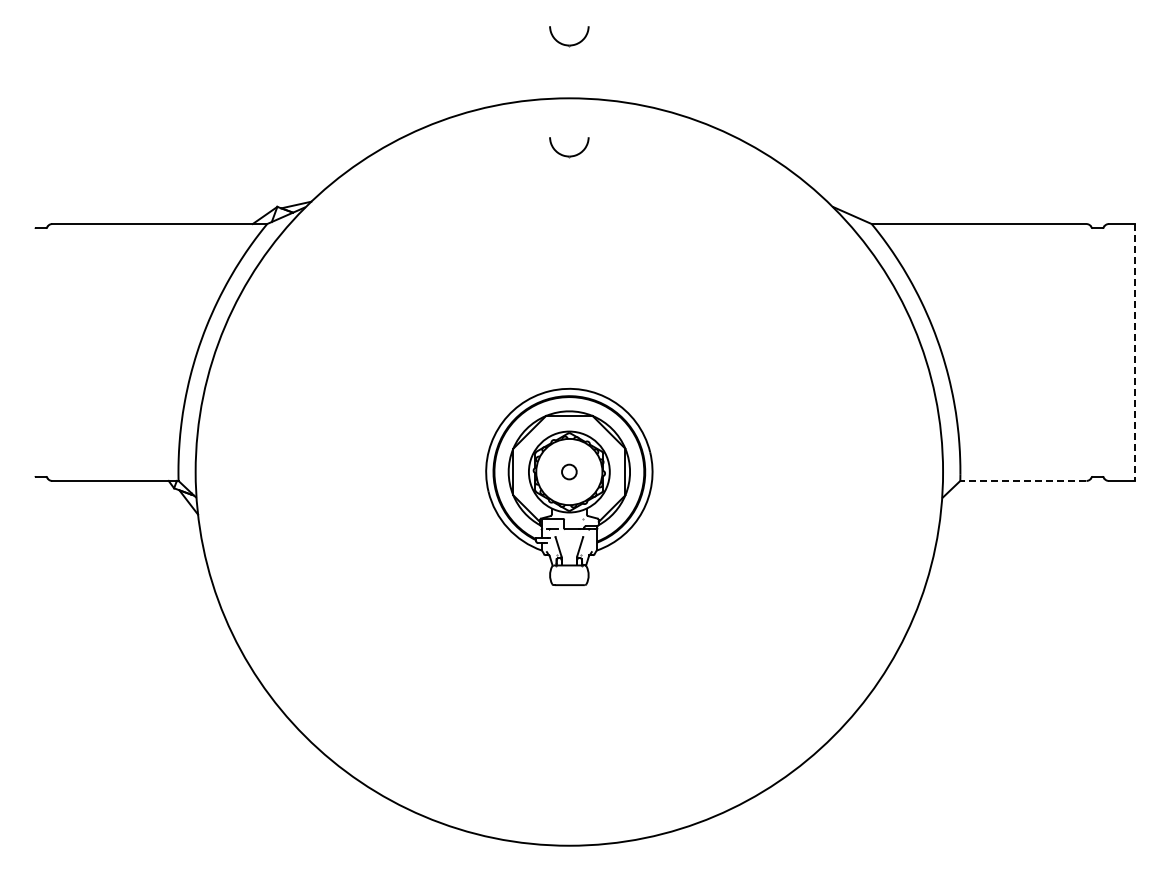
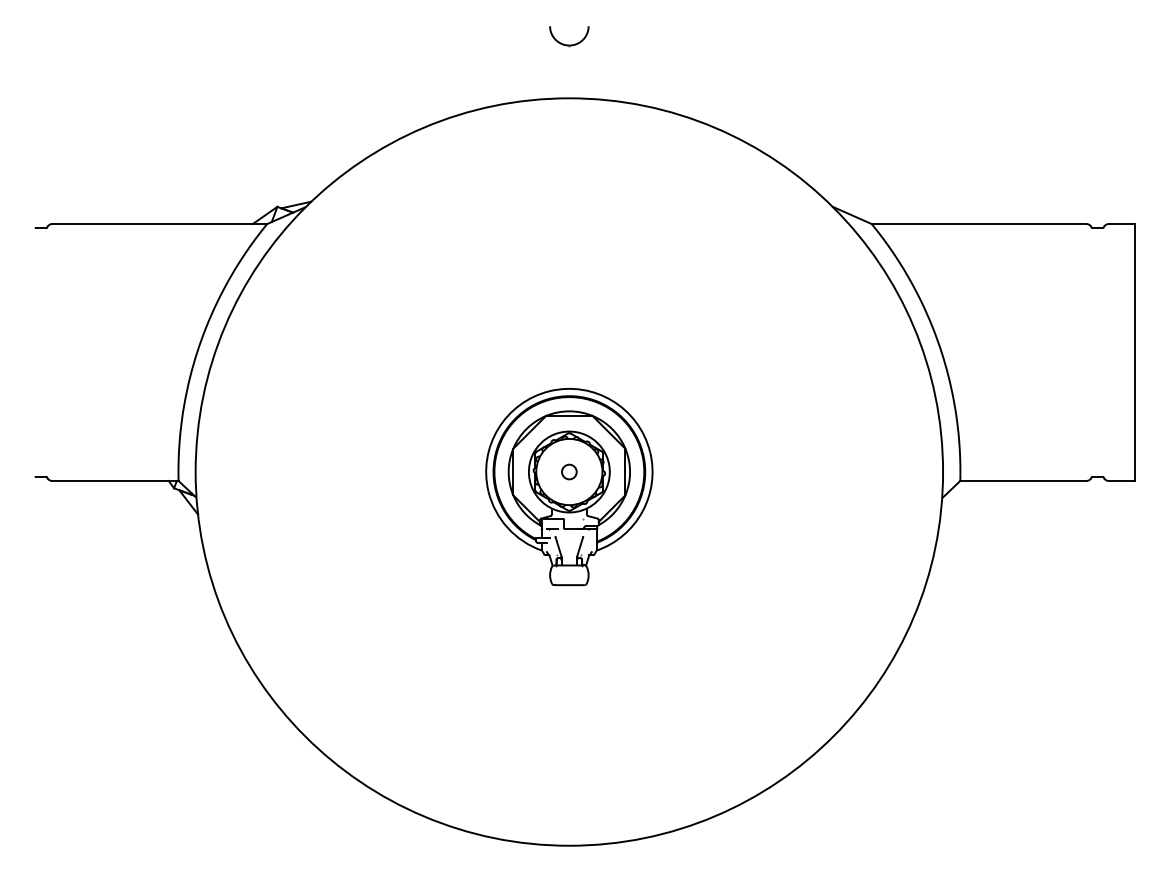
part at (569, 155): present -> none
line at (1134, 353): dashed -> solid
line at (1022, 480): dashed -> solid
